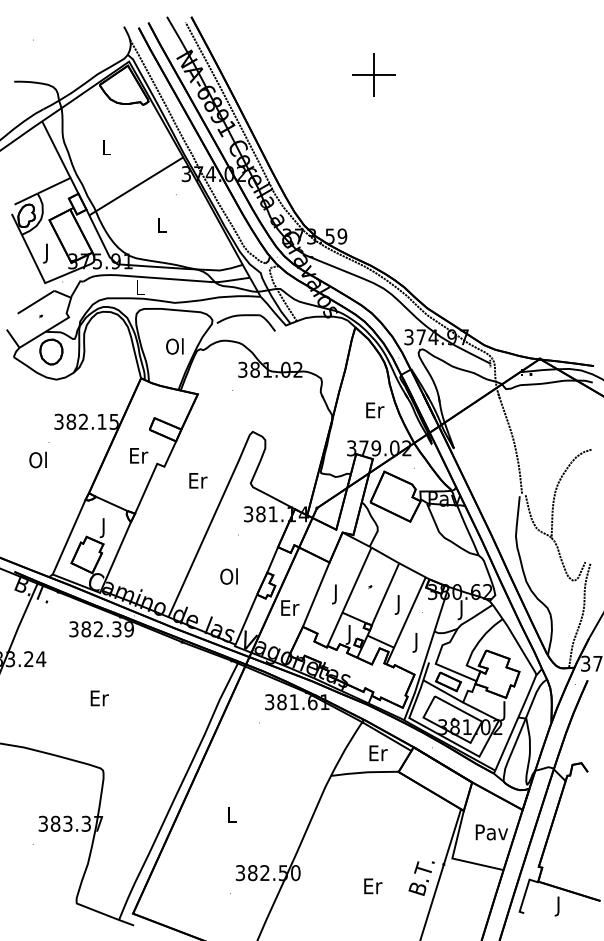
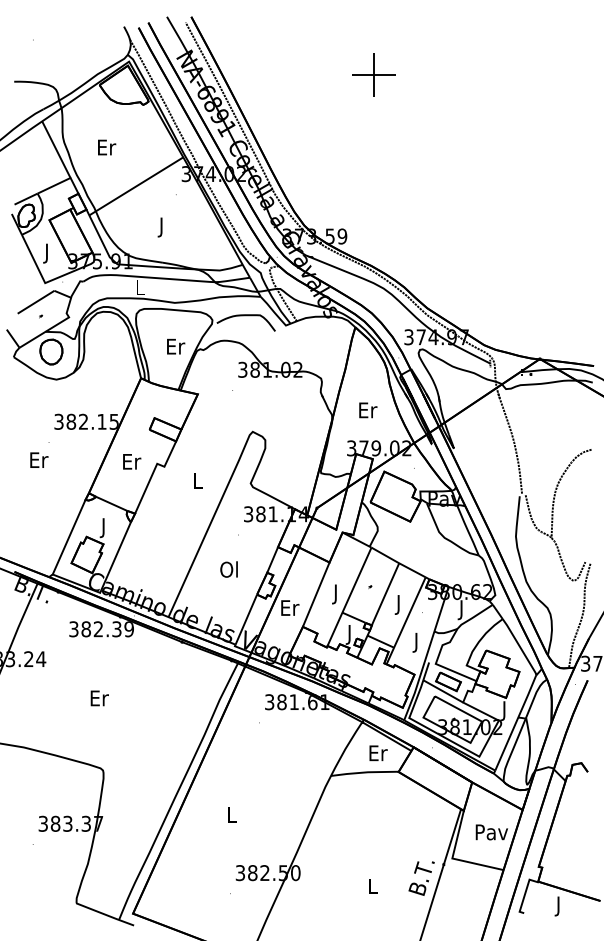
text at (107, 147): L -> Er
text at (161, 227): L -> J
text at (175, 346): Ol -> Er
text at (375, 410) position: (375, 410) -> (368, 410)
text at (139, 455) position: (139, 455) -> (132, 461)
text at (38, 459): Ol -> Er
text at (198, 480): Er -> L
text at (228, 576) position: (228, 576) -> (228, 569)
text at (373, 886): Er -> L
